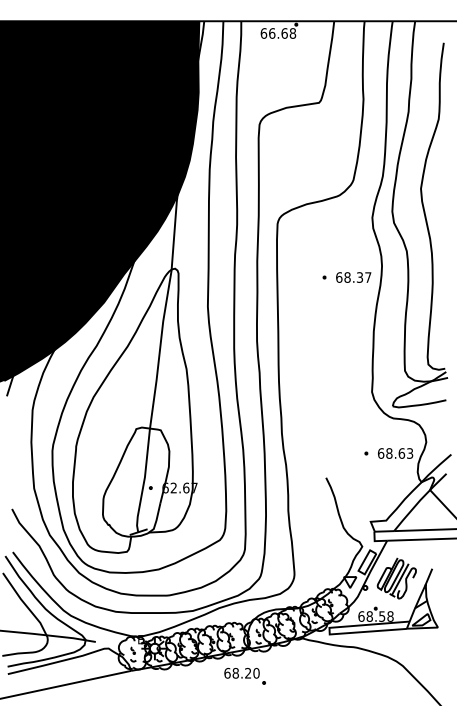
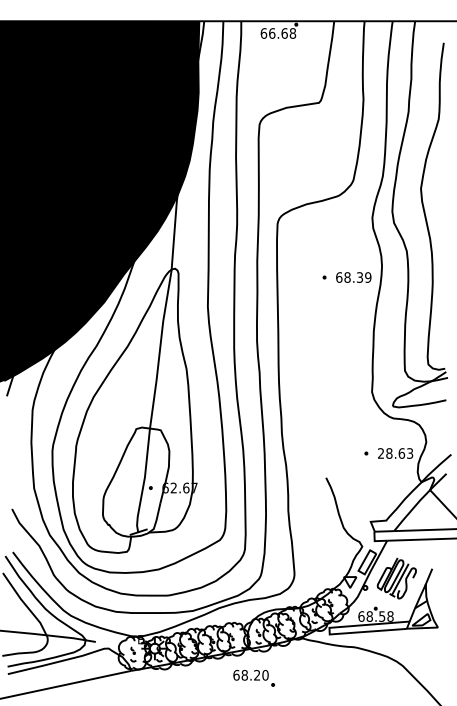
text at (368, 277): 68.37 -> 68.39
text at (381, 453): 68.63 -> 28.63
part at (244, 676) position: (244, 676) -> (253, 678)
